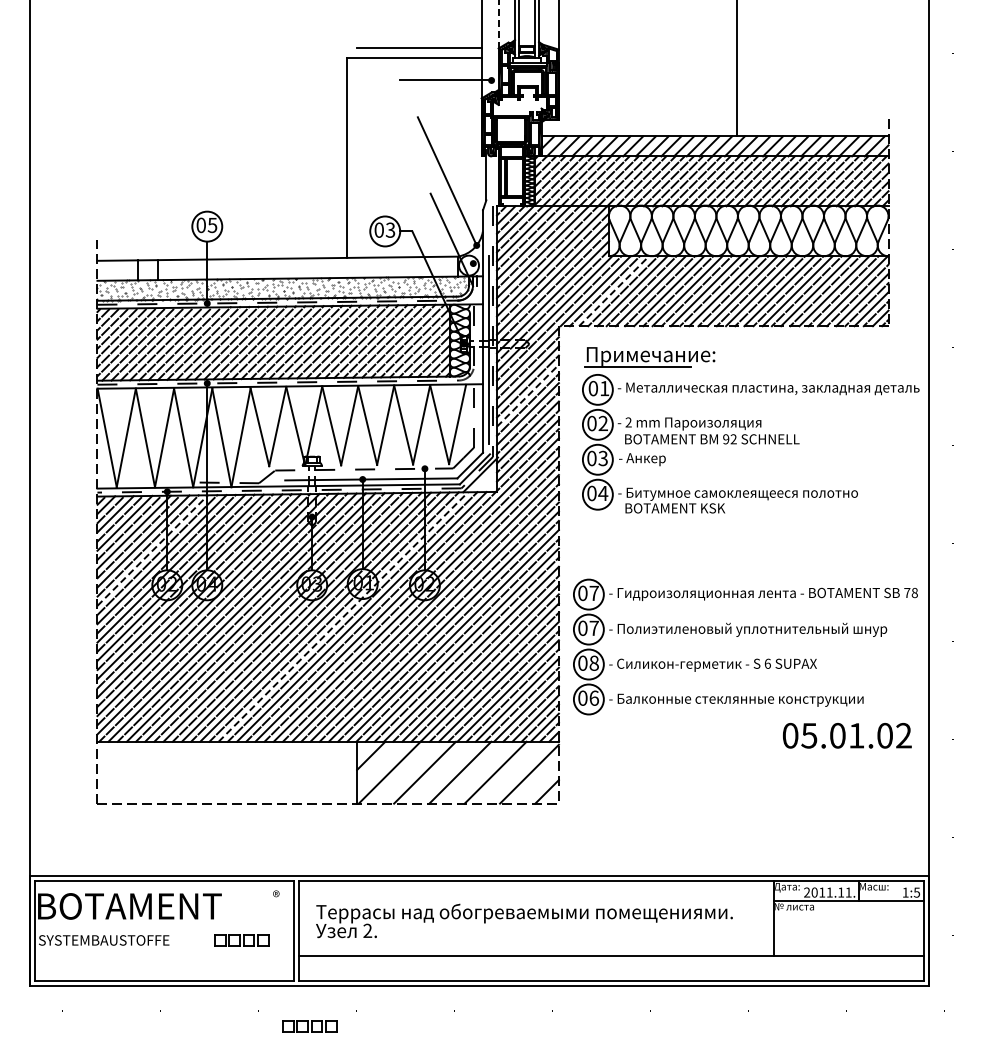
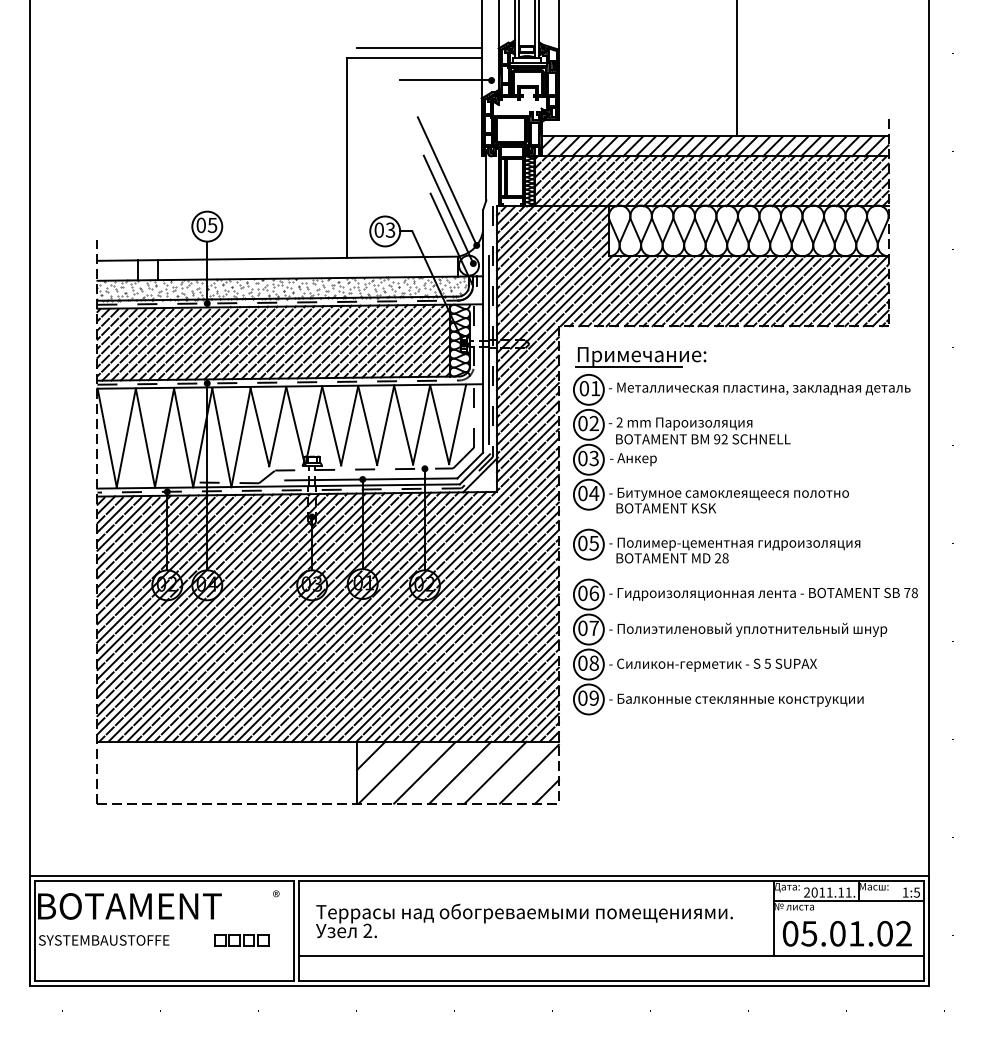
line at (498, 24): dashed -> solid
line at (447, 208): none -> present
line at (614, 290): dashed -> solid
line at (527, 395): dashed -> solid
part at (750, 430) position: (750, 430) -> (741, 430)
part at (716, 545): none -> present
line at (153, 550): dashed -> solid
text at (594, 593): 07 -> 06
line at (343, 616): dashed -> solid
text at (767, 663): 6 -> 5
text at (593, 697): 06 -> 09
text at (847, 735) position: (847, 735) -> (847, 933)
part at (309, 1026): present -> none
